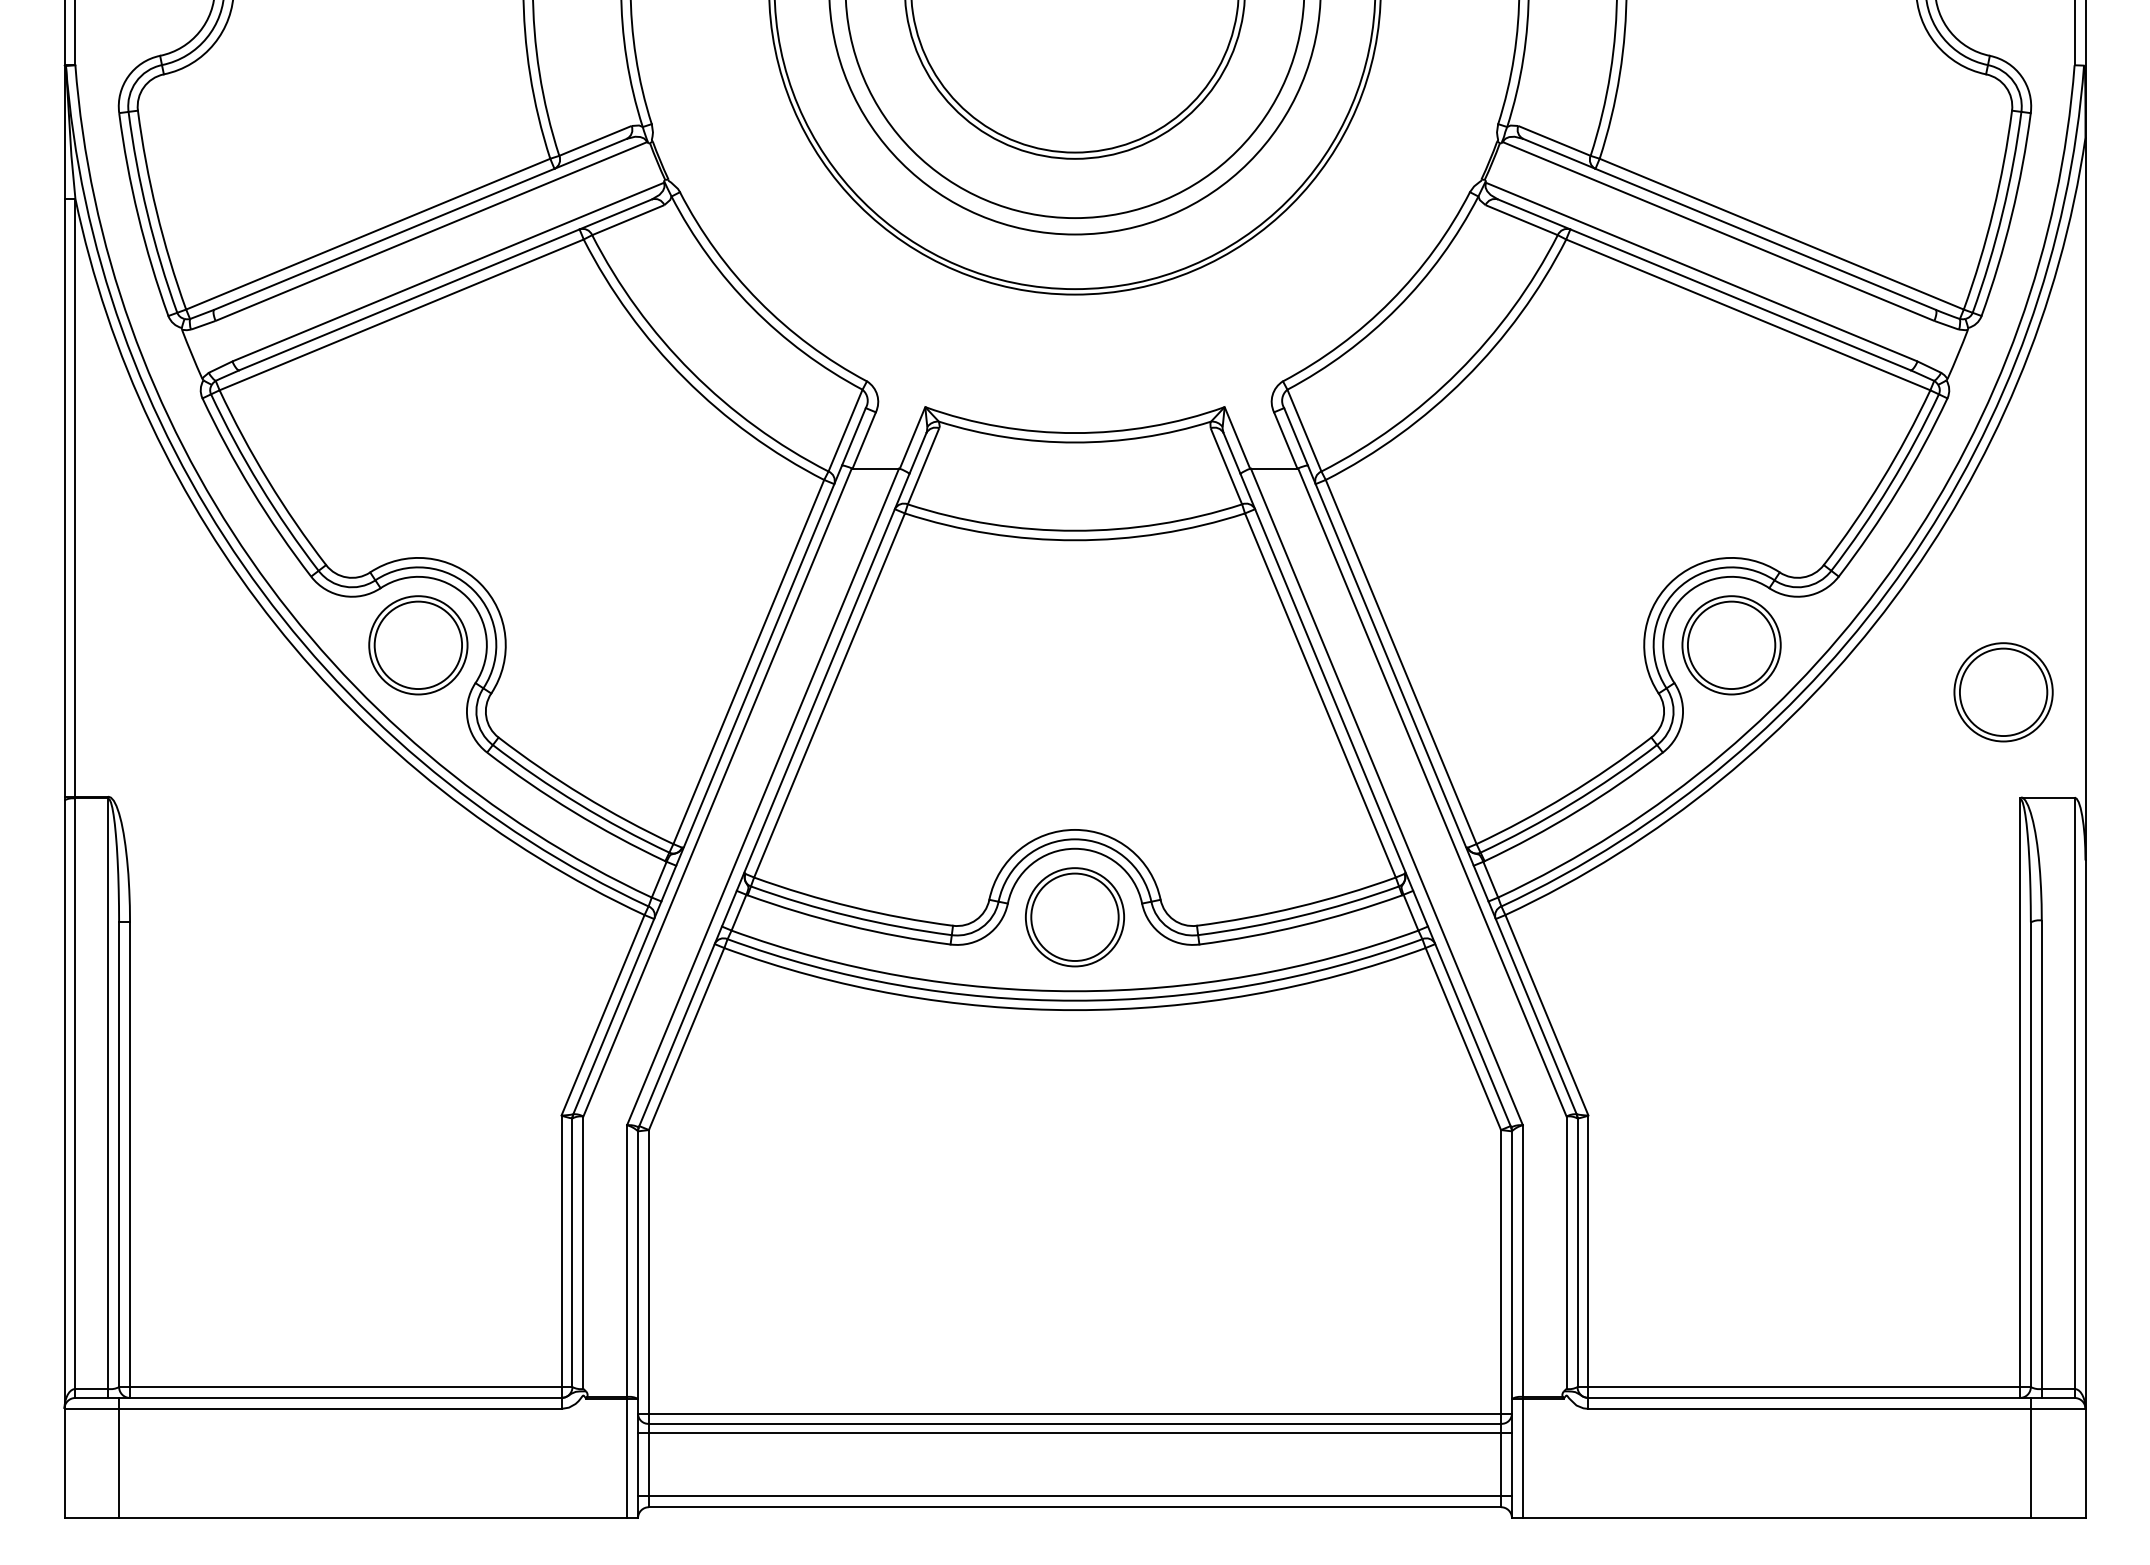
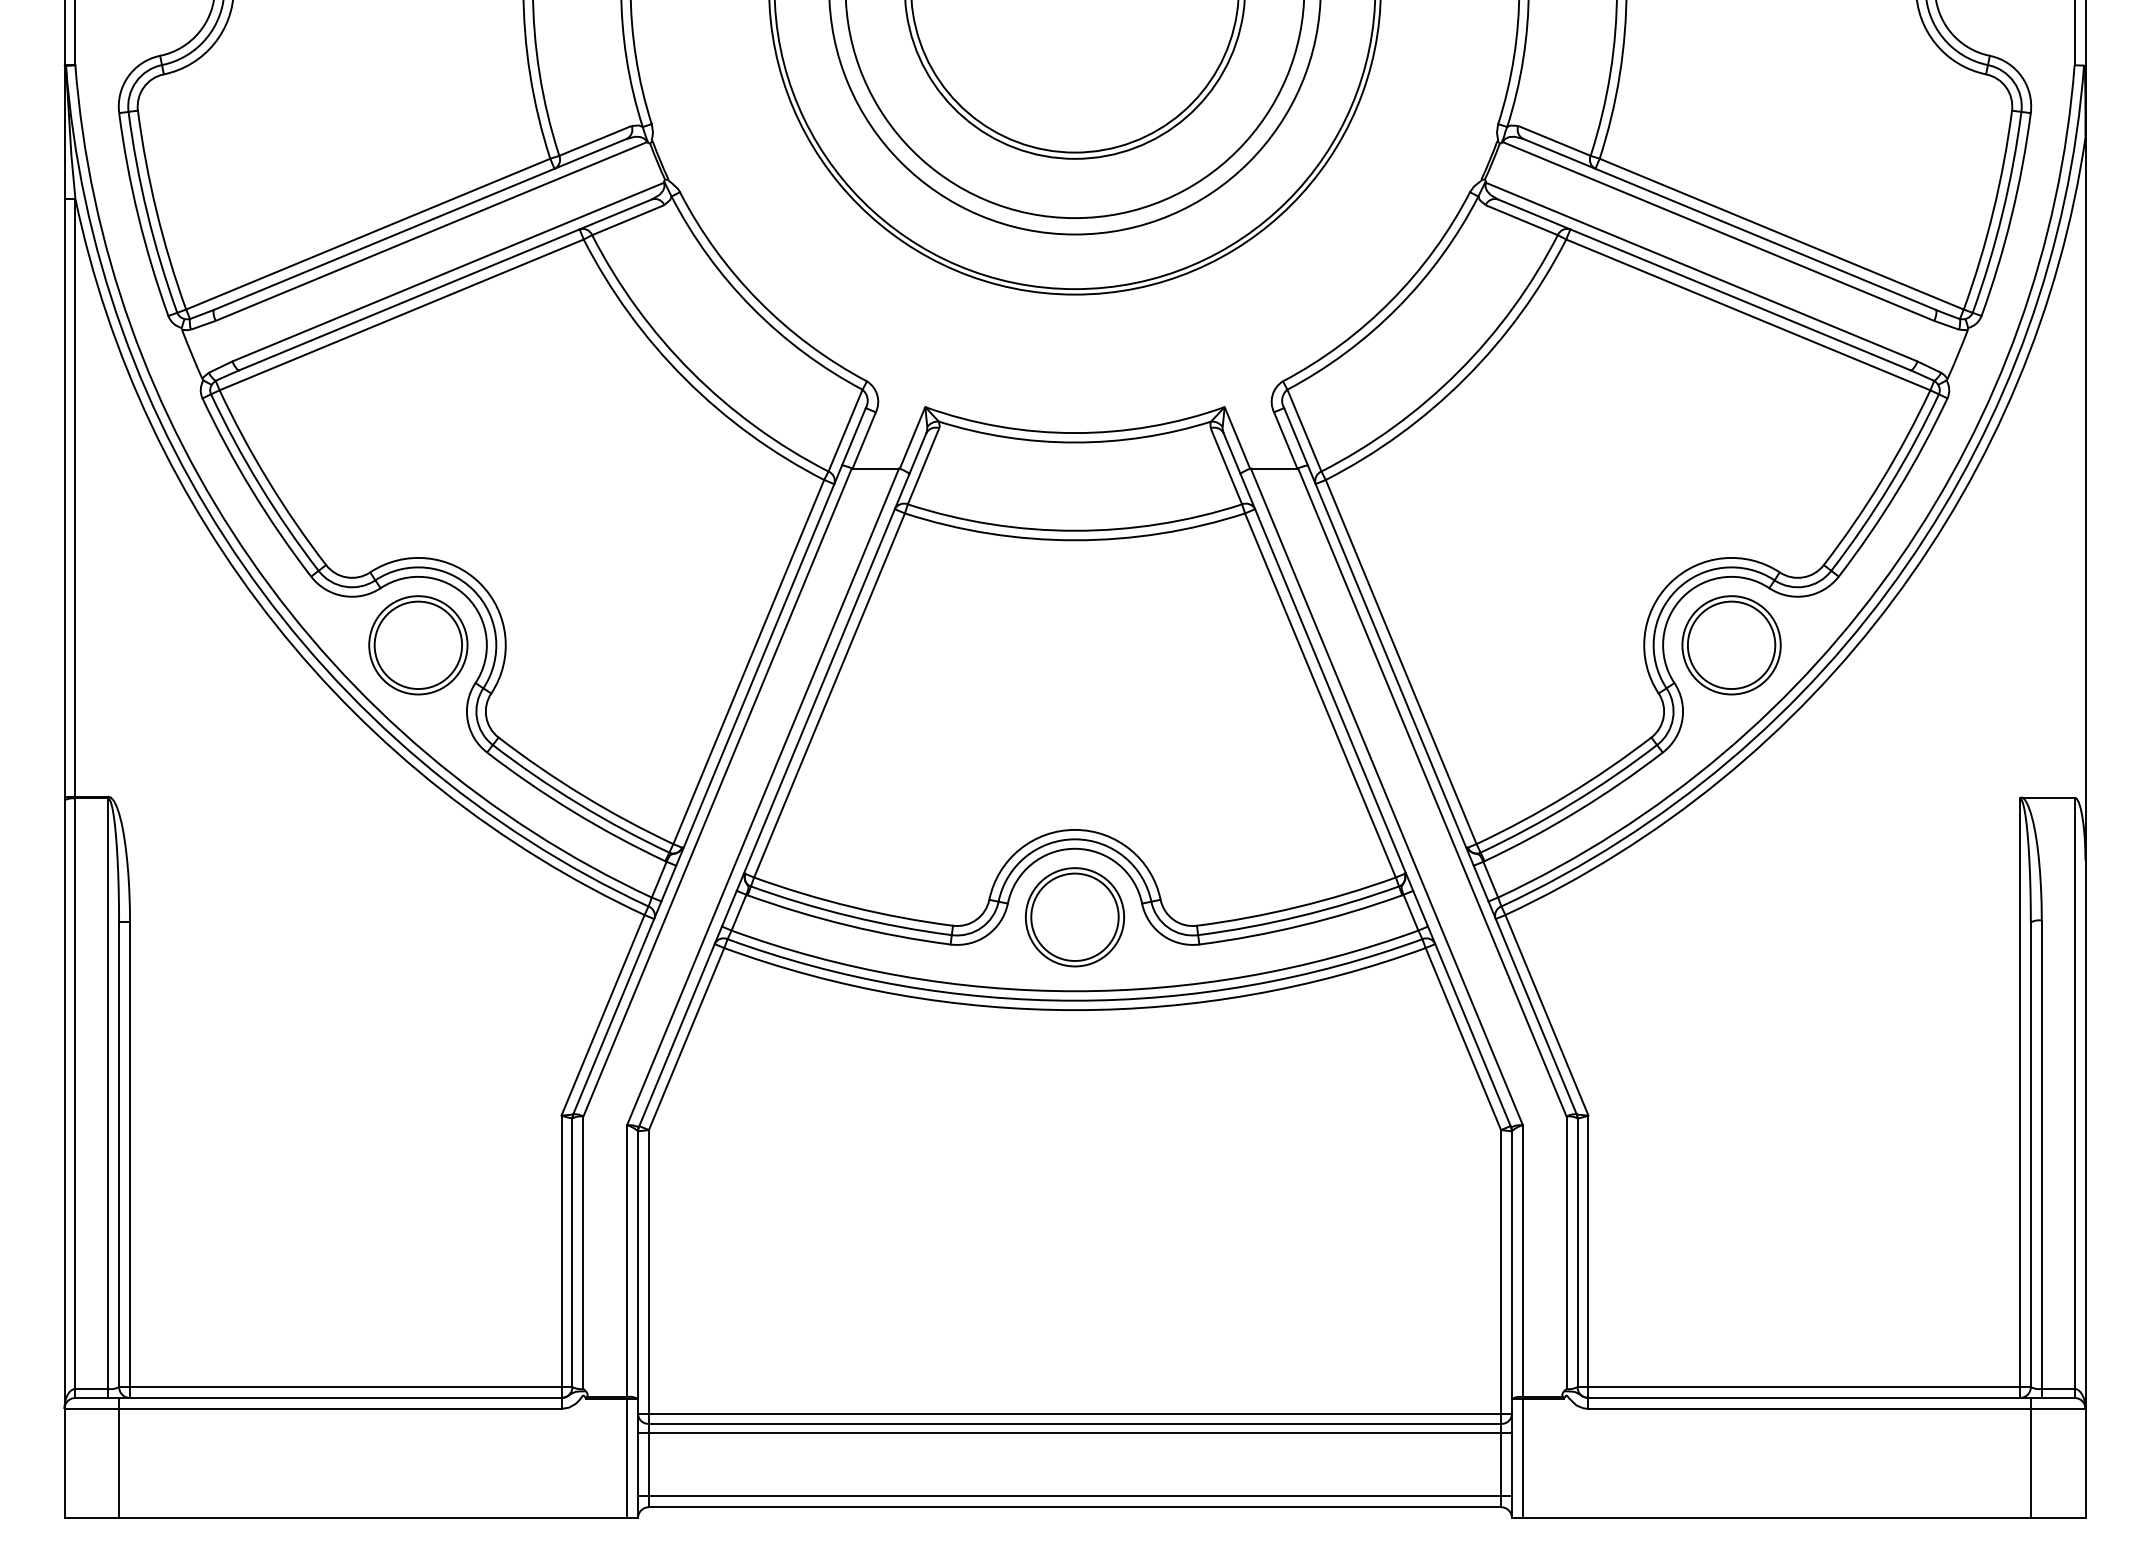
part at (2003, 692): present -> none
